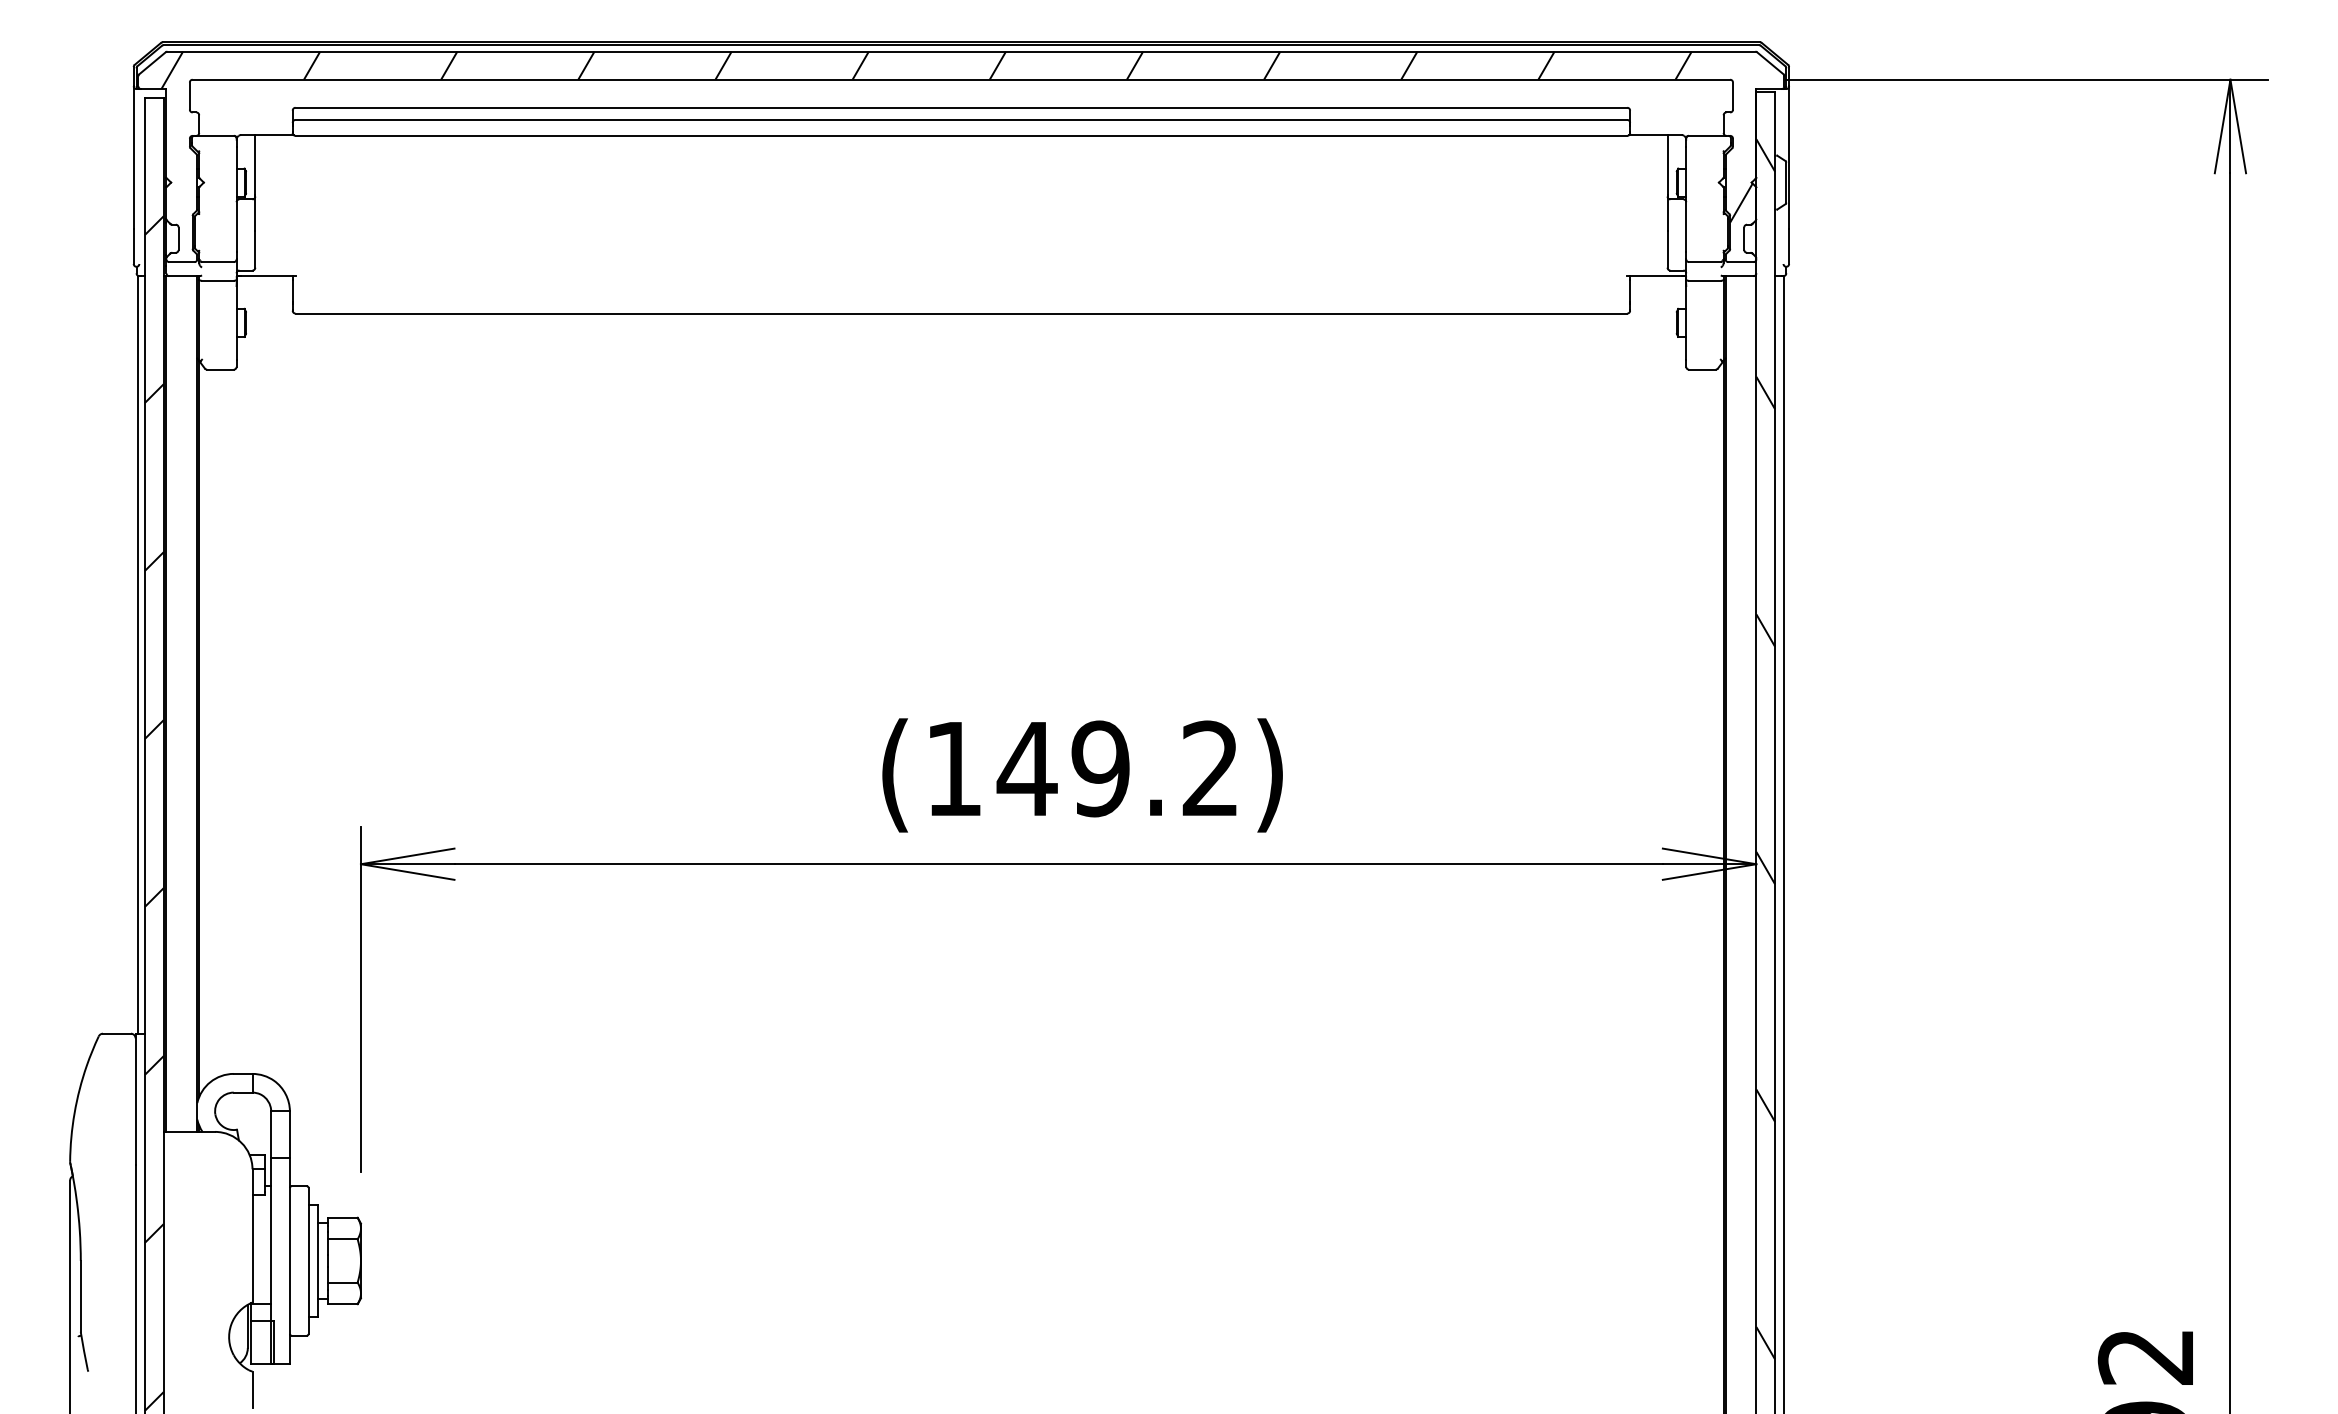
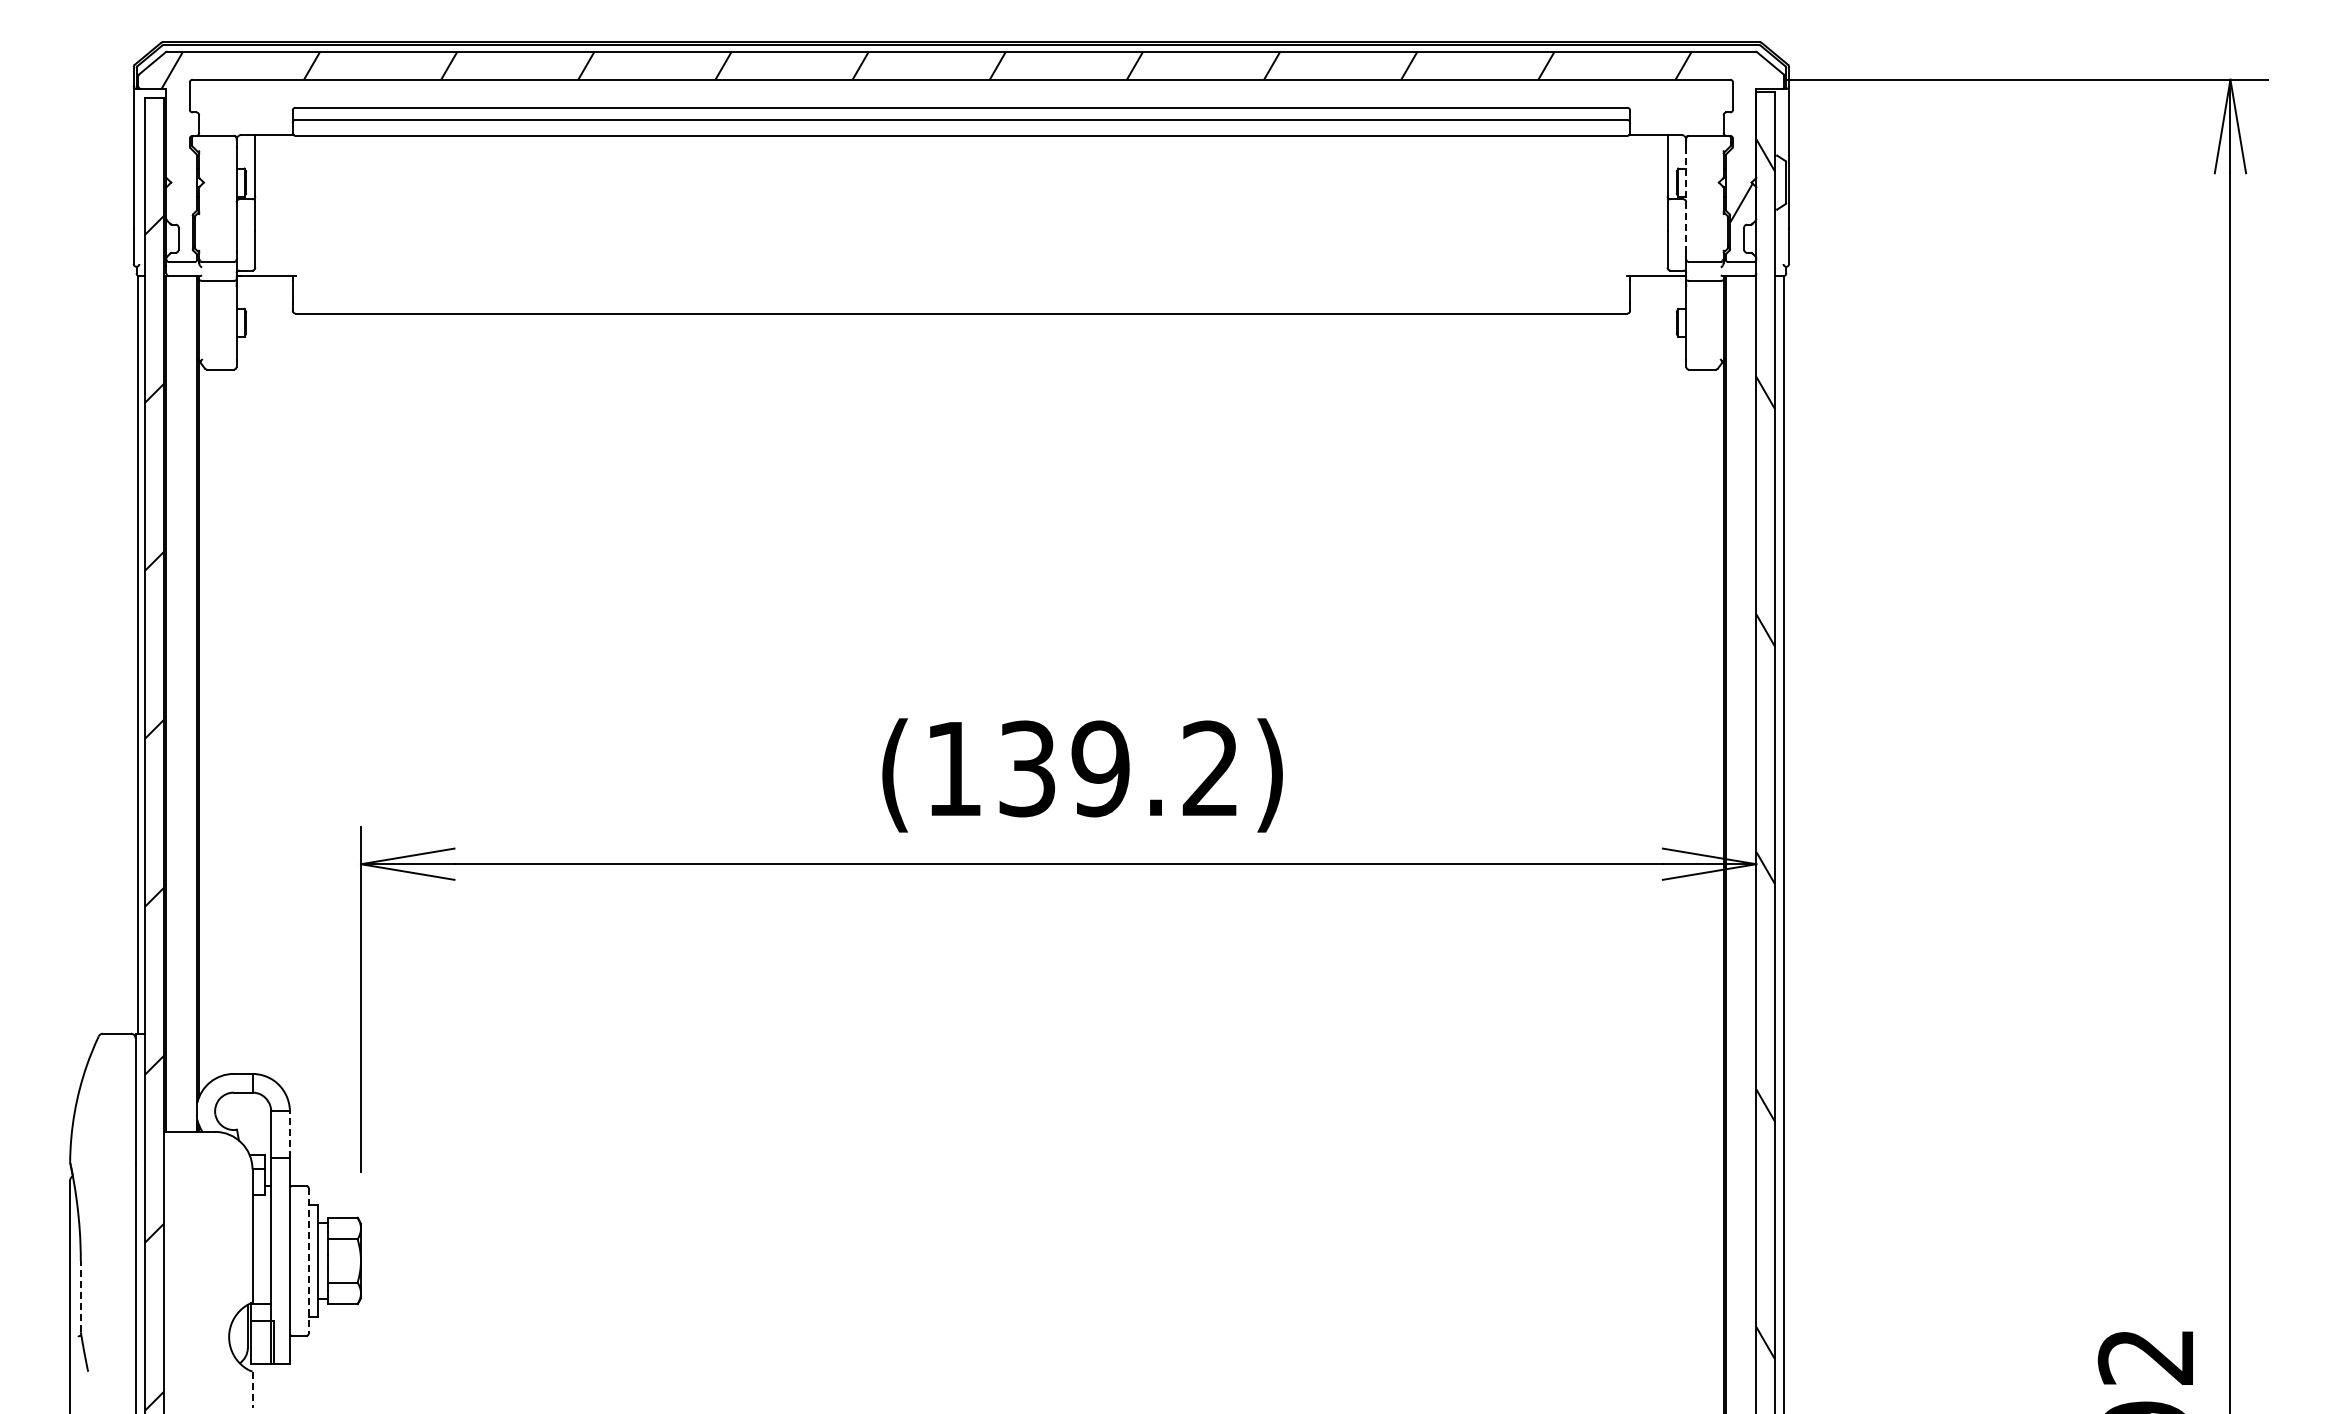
line at (1686, 199): solid -> dashed
text at (1026, 768): (149.2) -> (139.2)
line at (289, 1134): solid -> dashed
line at (308, 1260): solid -> dashed
line at (80, 1295): solid -> dashed
line at (252, 1390): solid -> dashed
